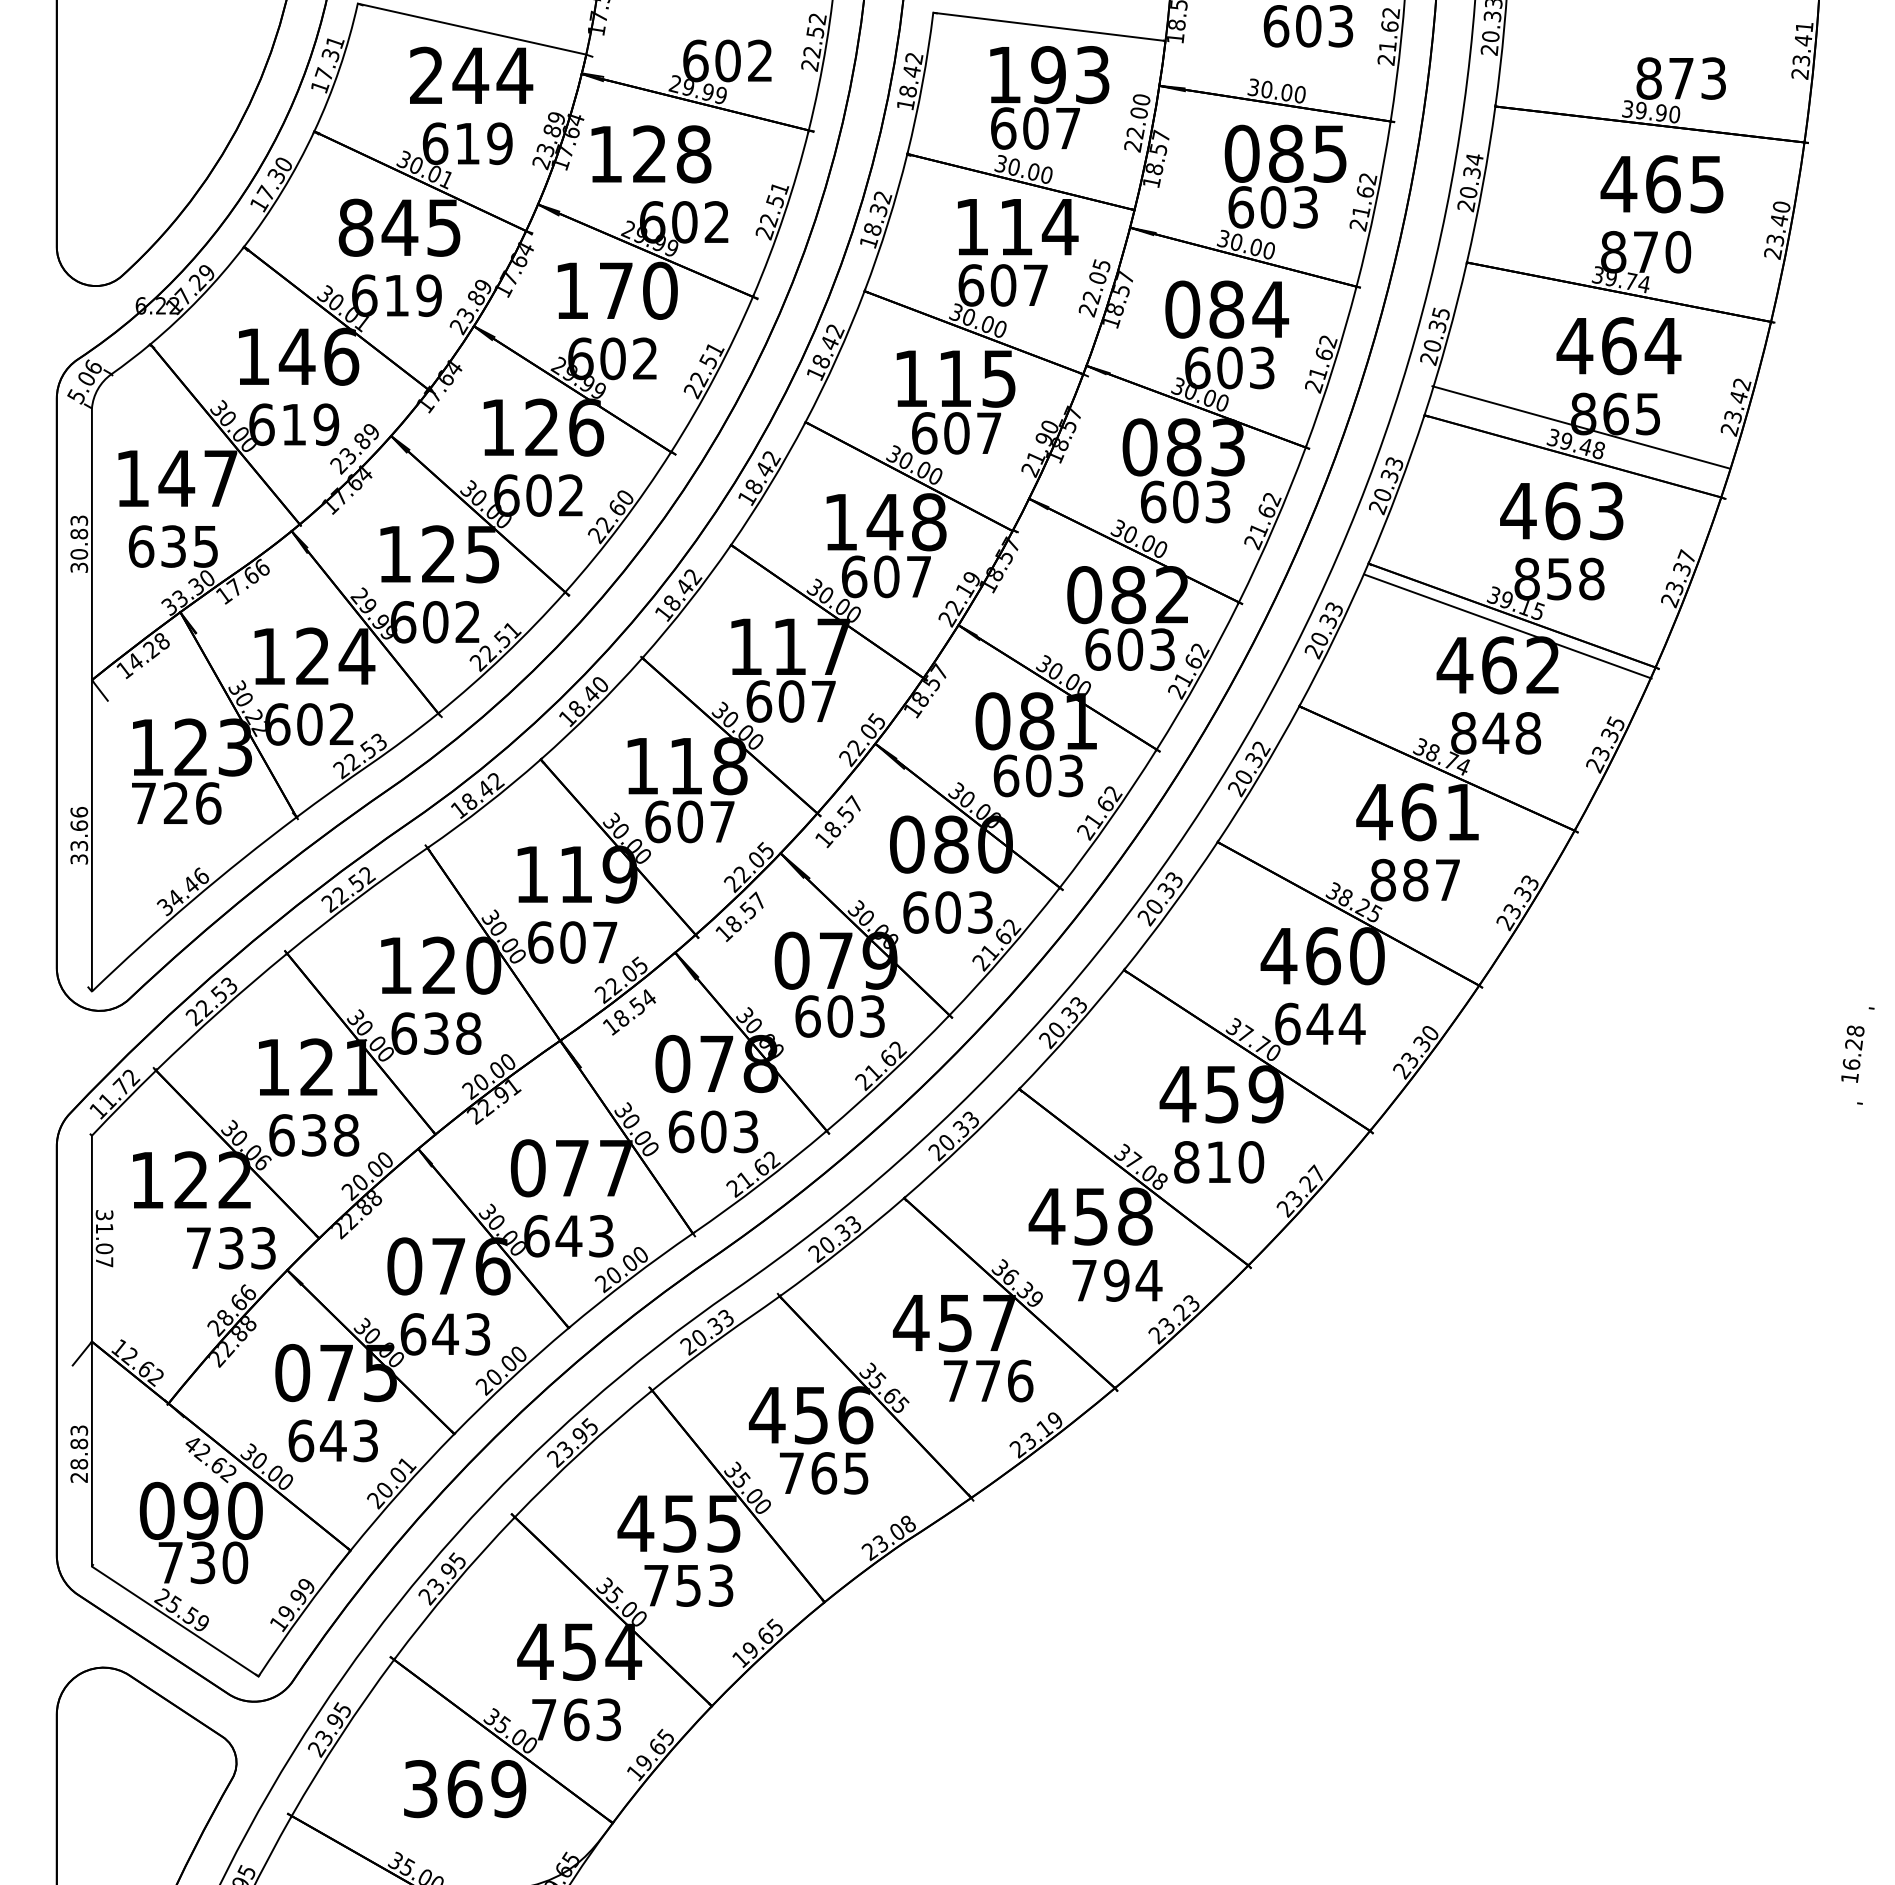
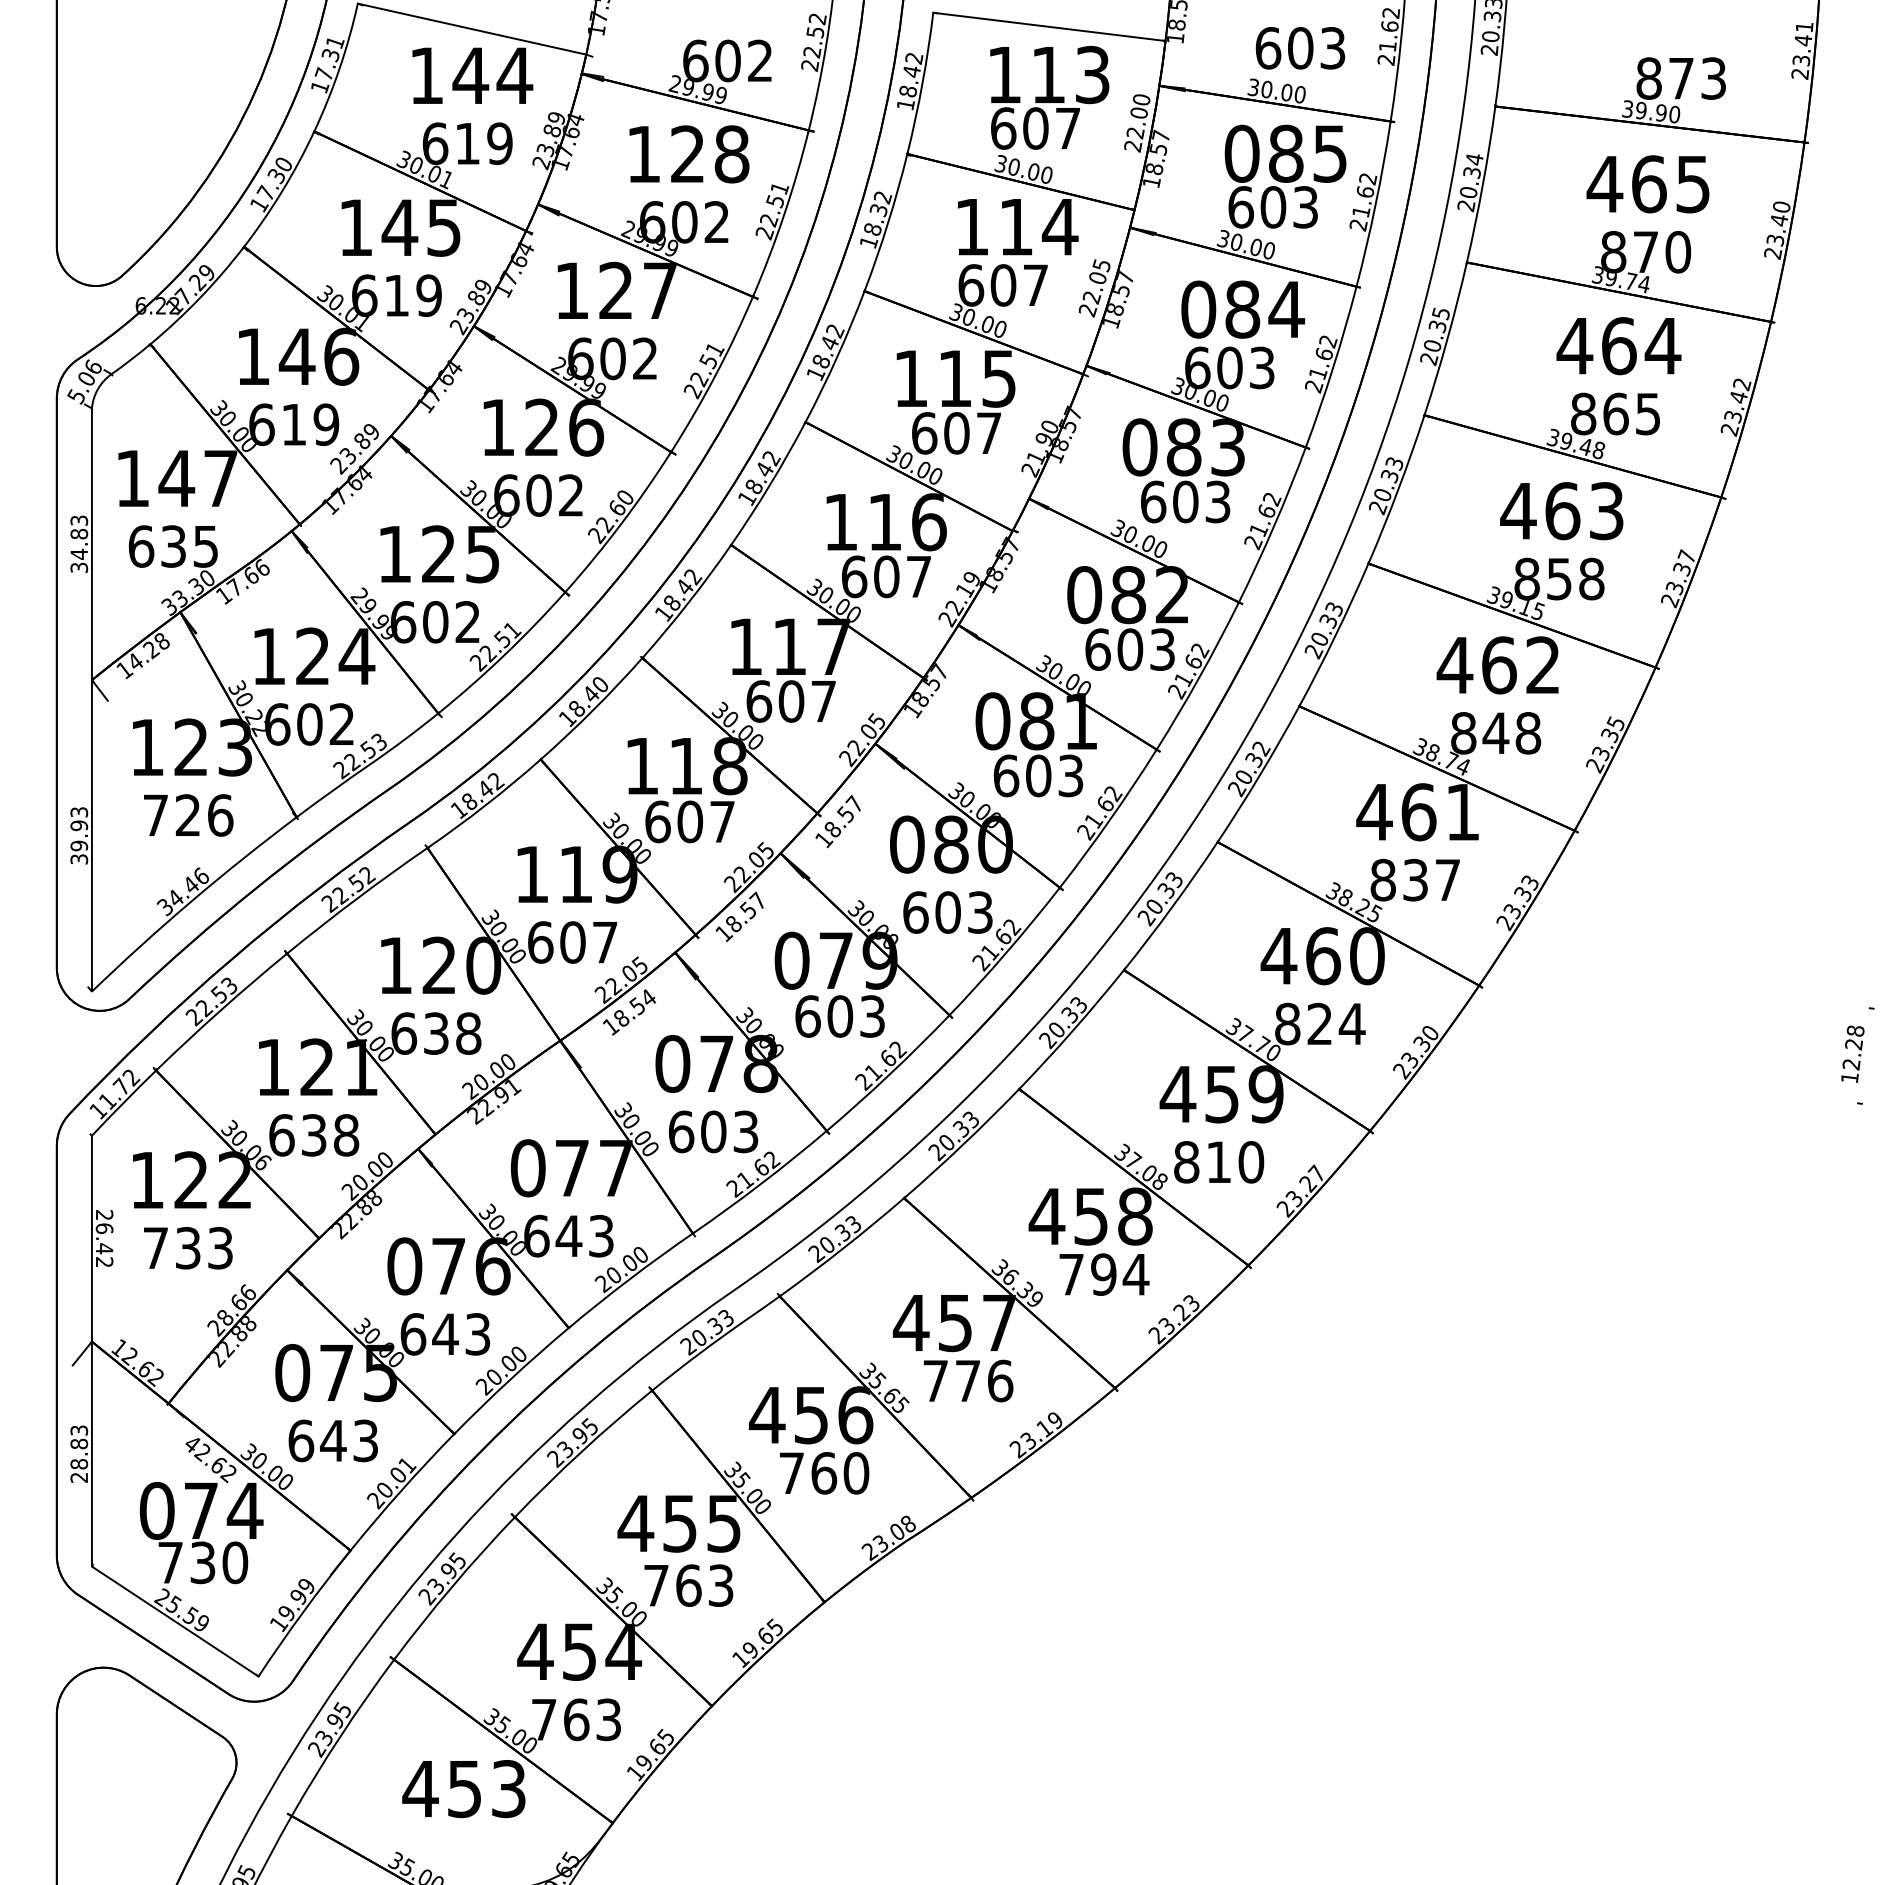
text at (1308, 26) position: (1308, 26) -> (1300, 48)
text at (426, 74): 244 -> 144
text at (1048, 75): 193 -> 113
text at (651, 154) position: (651, 154) -> (689, 154)
text at (1661, 184) position: (1661, 184) -> (1647, 184)
text at (355, 227): 845 -> 145
text at (638, 290): 170 -> 127
text at (1227, 309) position: (1227, 309) -> (1243, 309)
line at (1580, 427) position: (1580, 427) -> (1572, 456)
text at (906, 522): 148 -> 116
text at (79, 553): 30.83 -> 34.83
line at (1507, 626) position: (1507, 626) -> (1511, 615)
text at (176, 803) position: (176, 803) -> (188, 815)
text at (79, 829): 33.66 -> 39.93
text at (1415, 879): 887 -> 837
text at (1304, 1023): 644 -> 824
text at (1851, 1064): 16.28 -> 12.28
text at (104, 1238): 31.07 -> 26.42
text at (231, 1248) position: (231, 1248) -> (188, 1248)
text at (1117, 1280) position: (1117, 1280) -> (1104, 1274)
text at (988, 1380) position: (988, 1380) -> (968, 1380)
text at (856, 1473): 765 -> 760
text at (223, 1510): 090 -> 074
text at (688, 1585): 753 -> 763
text at (464, 1789): 369 -> 453
